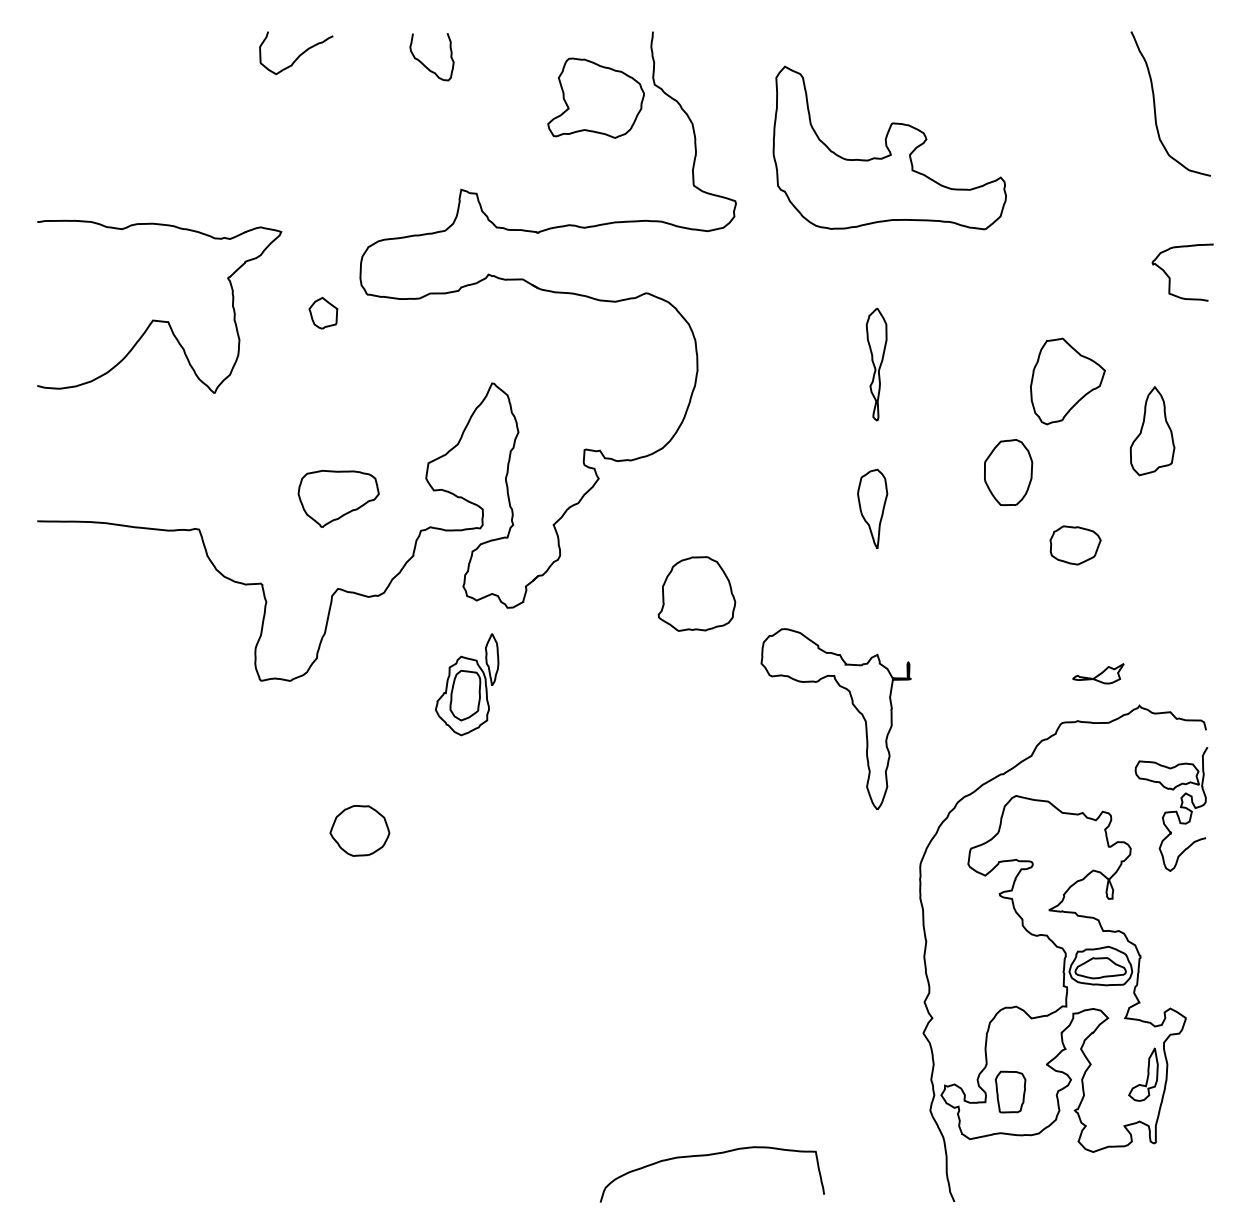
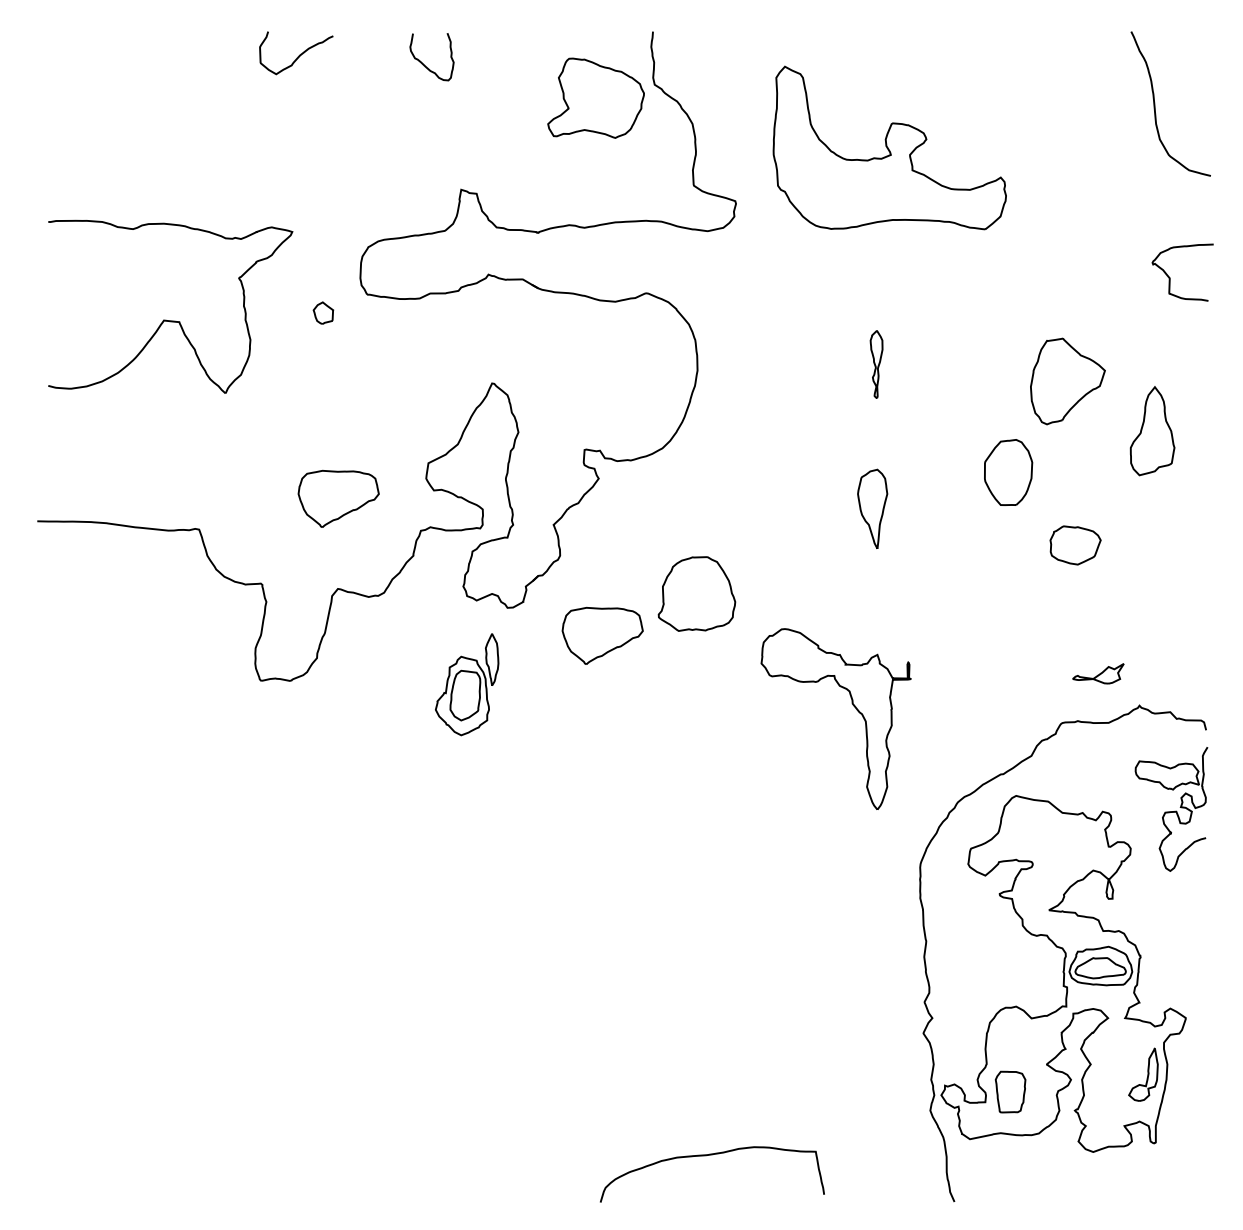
part at (323, 312) size: 31x34 px -> 23x24 px
part at (155, 319) position: (155, 319) -> (166, 319)
part at (876, 364) size: 23x115 px -> 15x69 px
part at (602, 635): none -> present
part at (359, 830): present -> none
